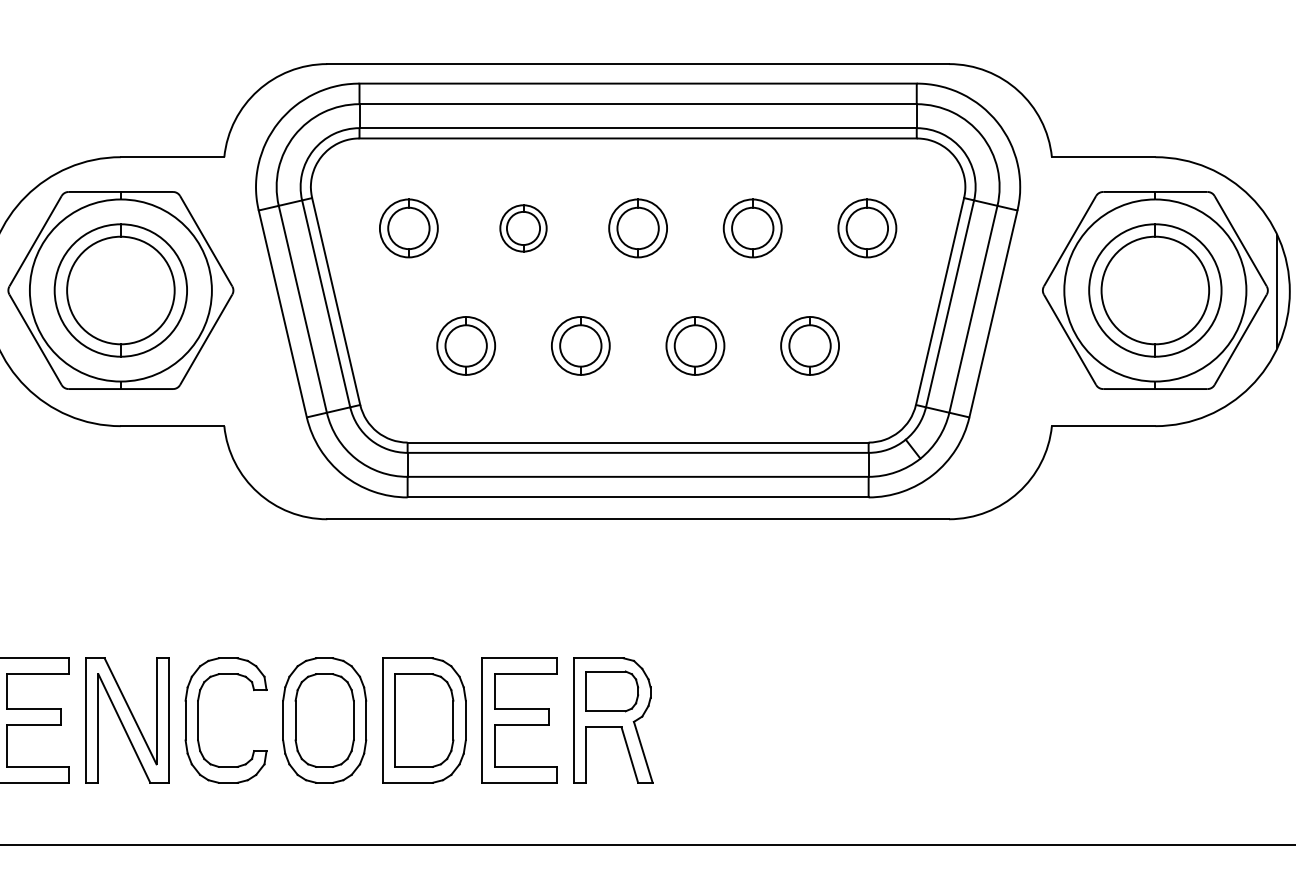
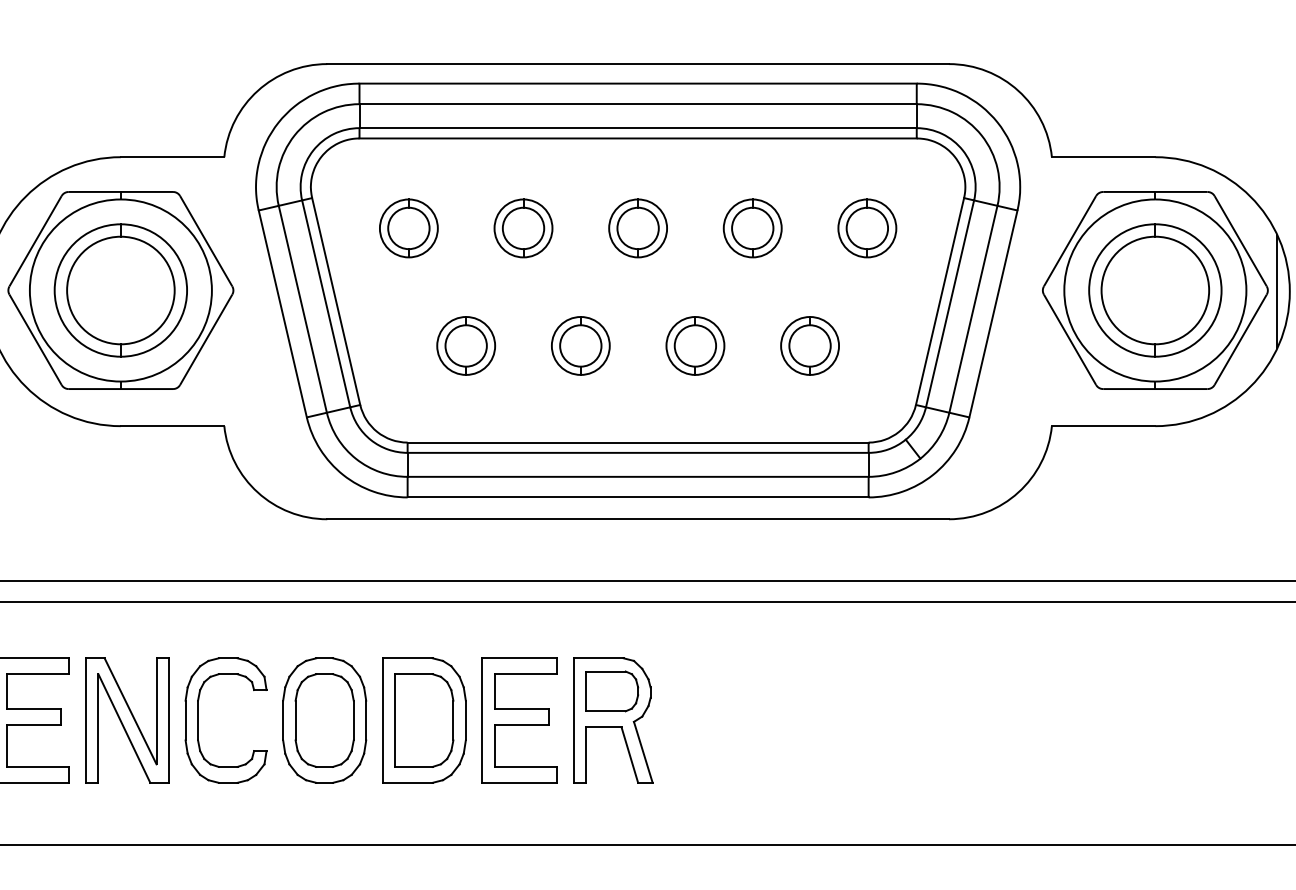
part at (523, 228) size: 49x49 px -> 61x61 px
line at (647, 581): none -> present
line at (647, 602): none -> present
